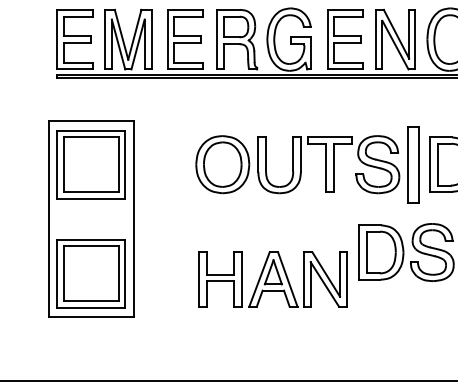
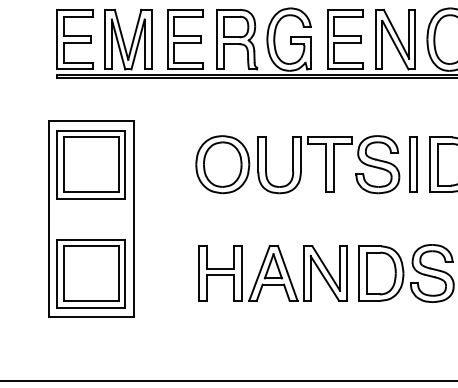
part at (413, 164) size: 13x78 px -> 9x57 px
part at (406, 252) position: (406, 252) -> (406, 273)
part at (272, 279) position: (272, 279) -> (272, 273)
